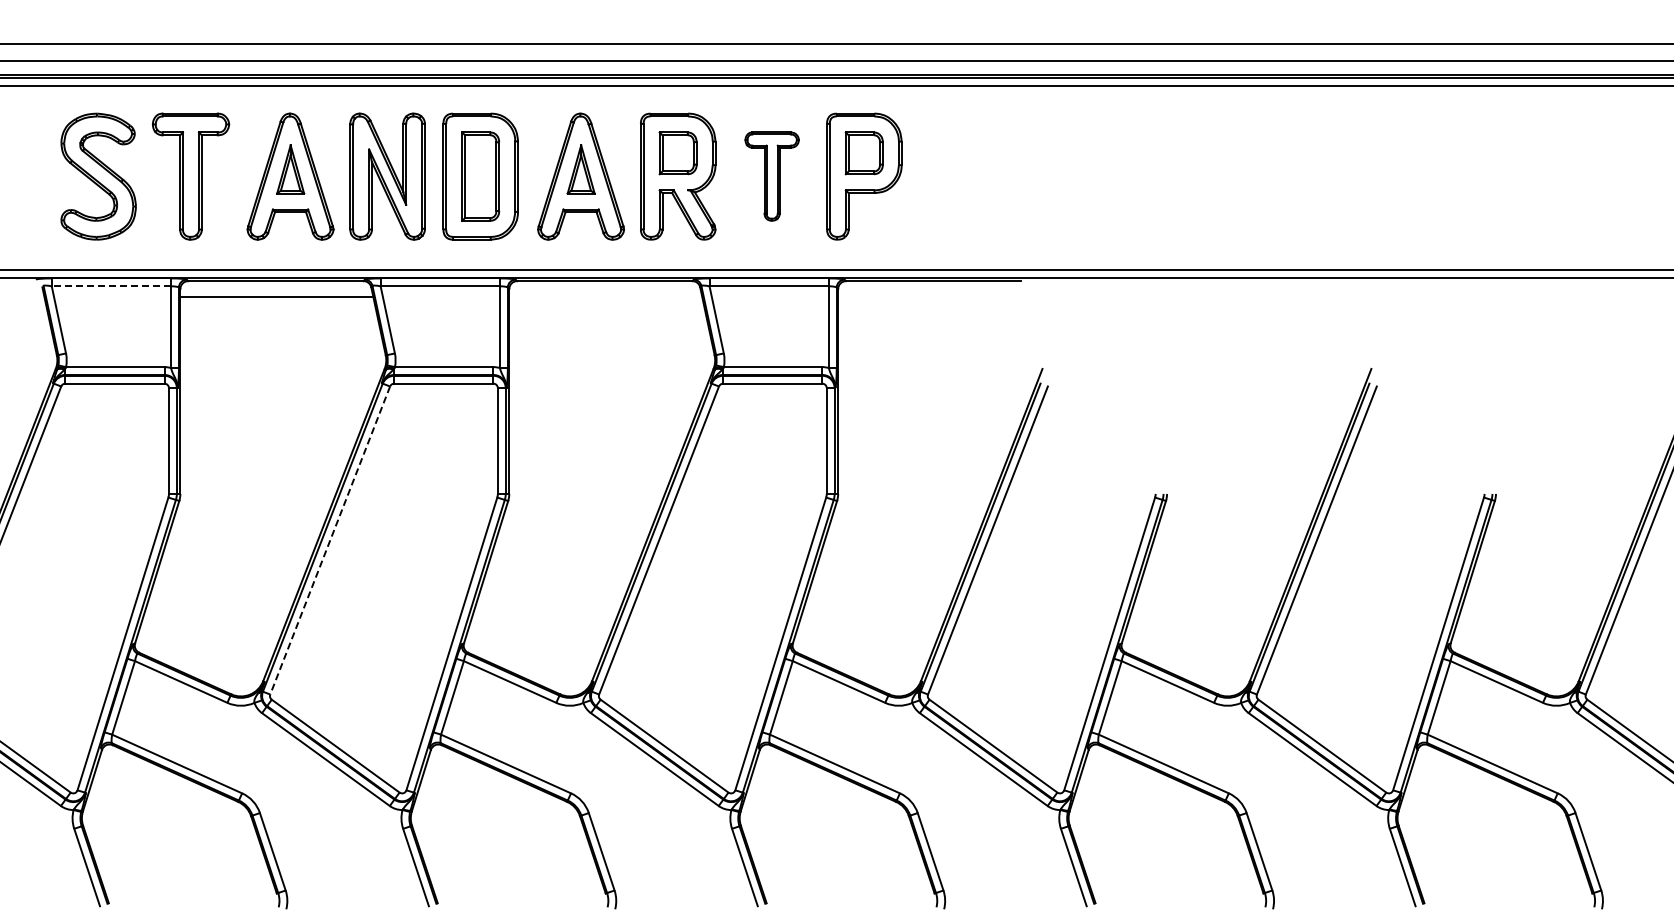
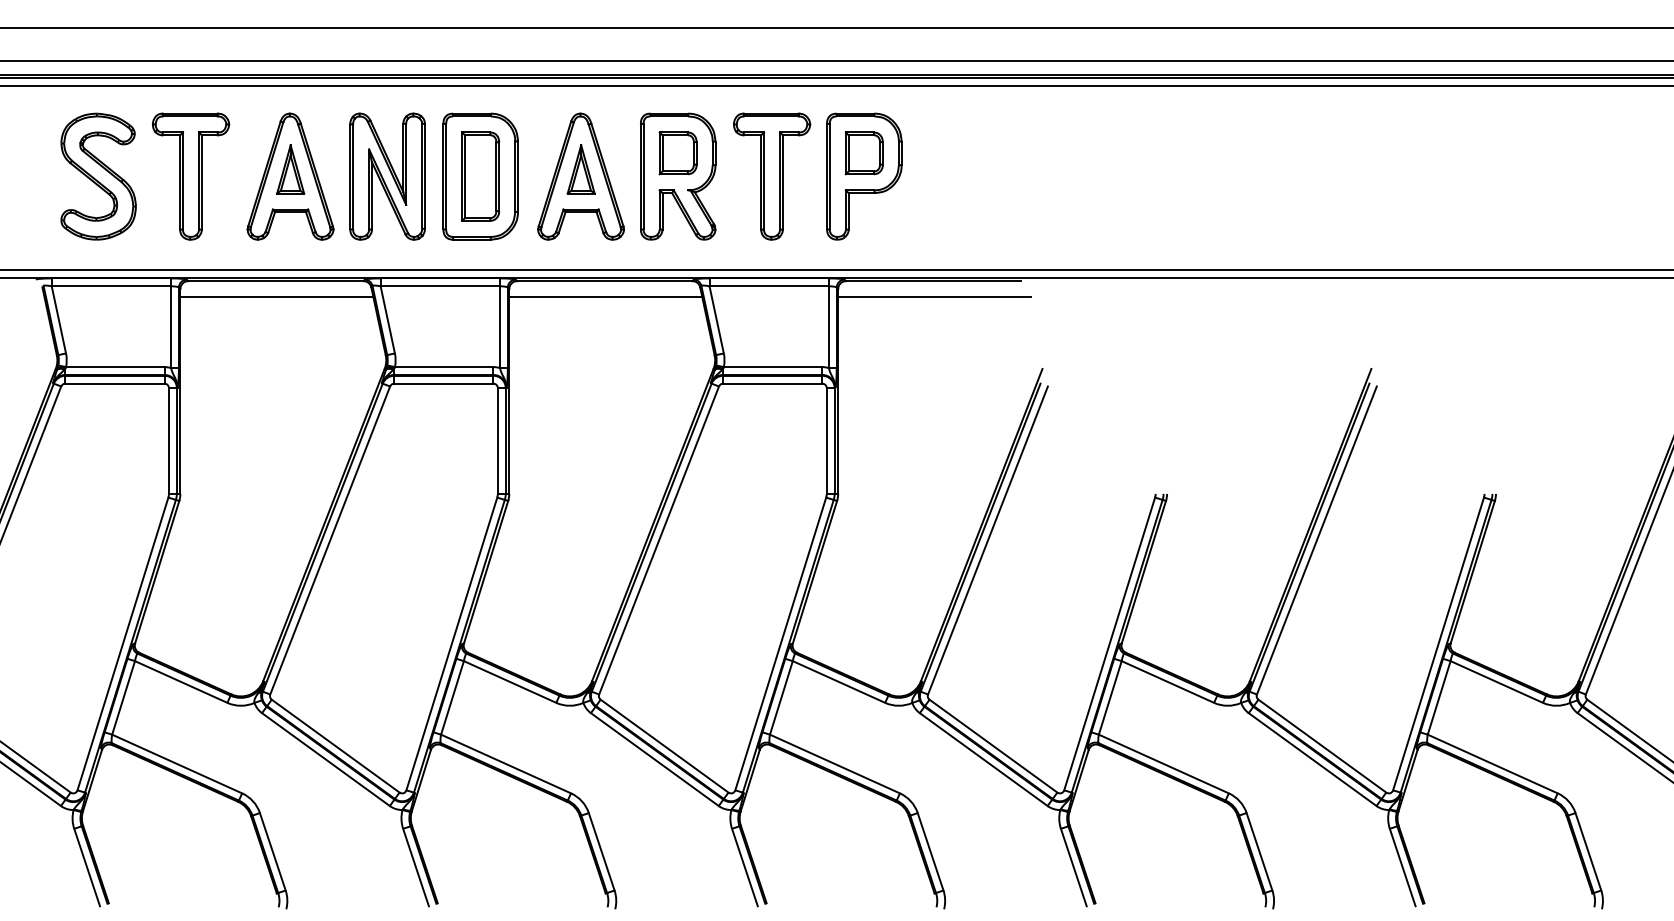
line at (836, 43) position: (836, 43) -> (836, 27)
part at (771, 176) size: 56x91 px -> 79x129 px
line at (111, 286): dashed -> solid
line at (605, 297): none -> present
line at (934, 297): none -> present
line at (330, 540): dashed -> solid
